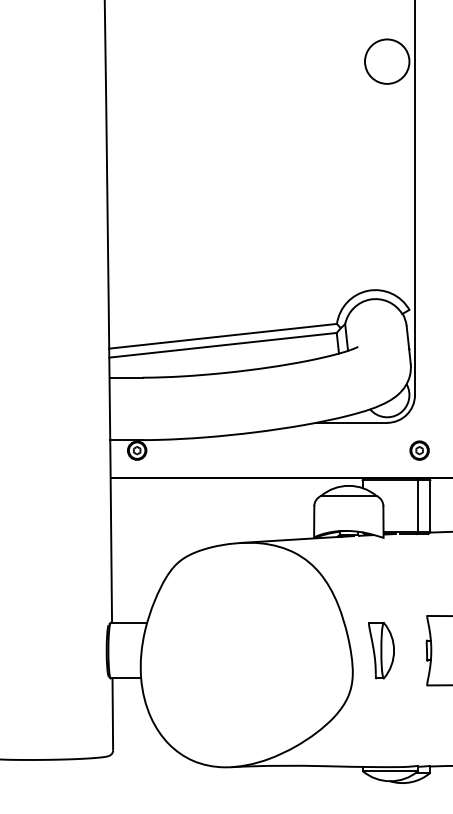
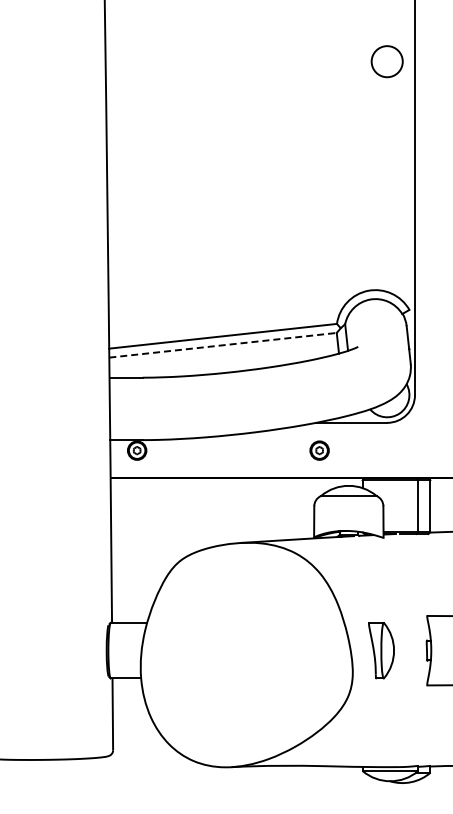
circle at (387, 61) diameter: 44 px -> 31 px
line at (223, 345): solid -> dashed
part at (419, 450) position: (419, 450) -> (319, 450)
